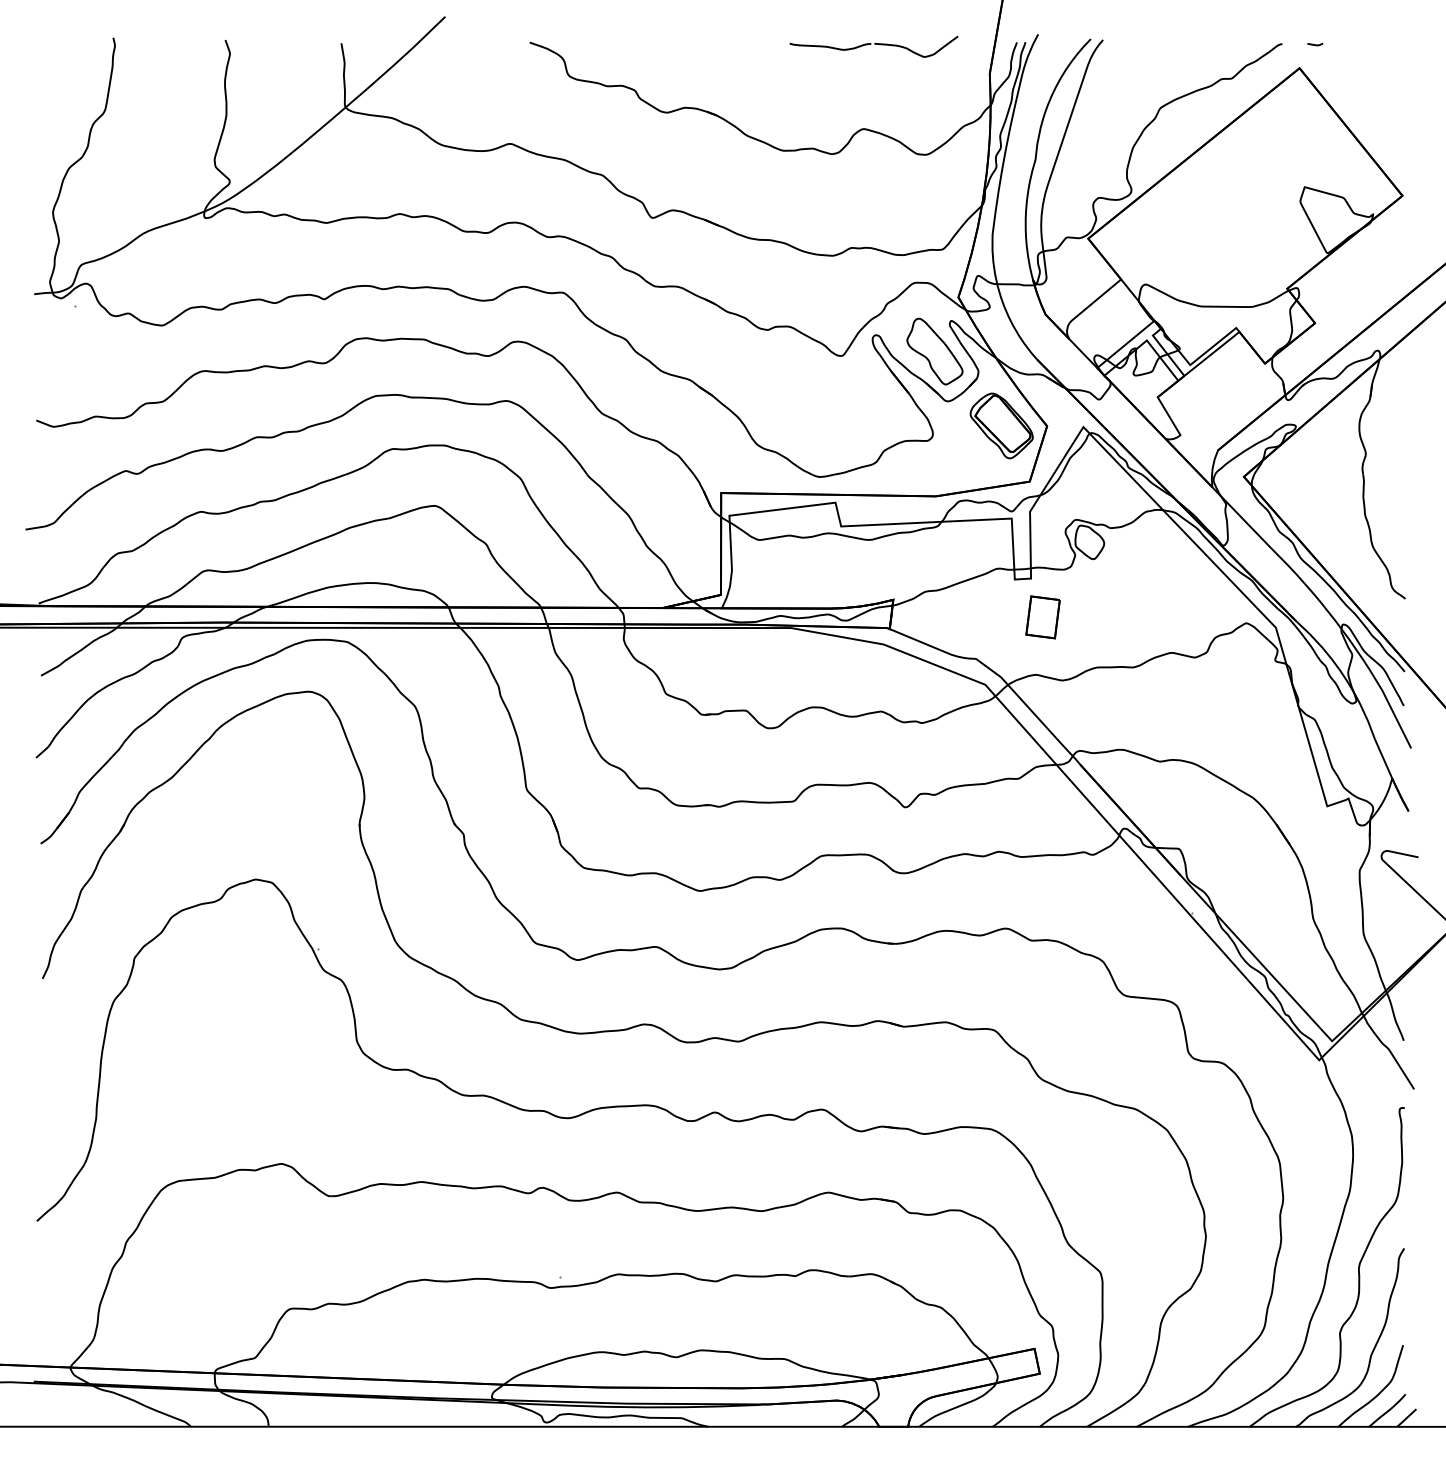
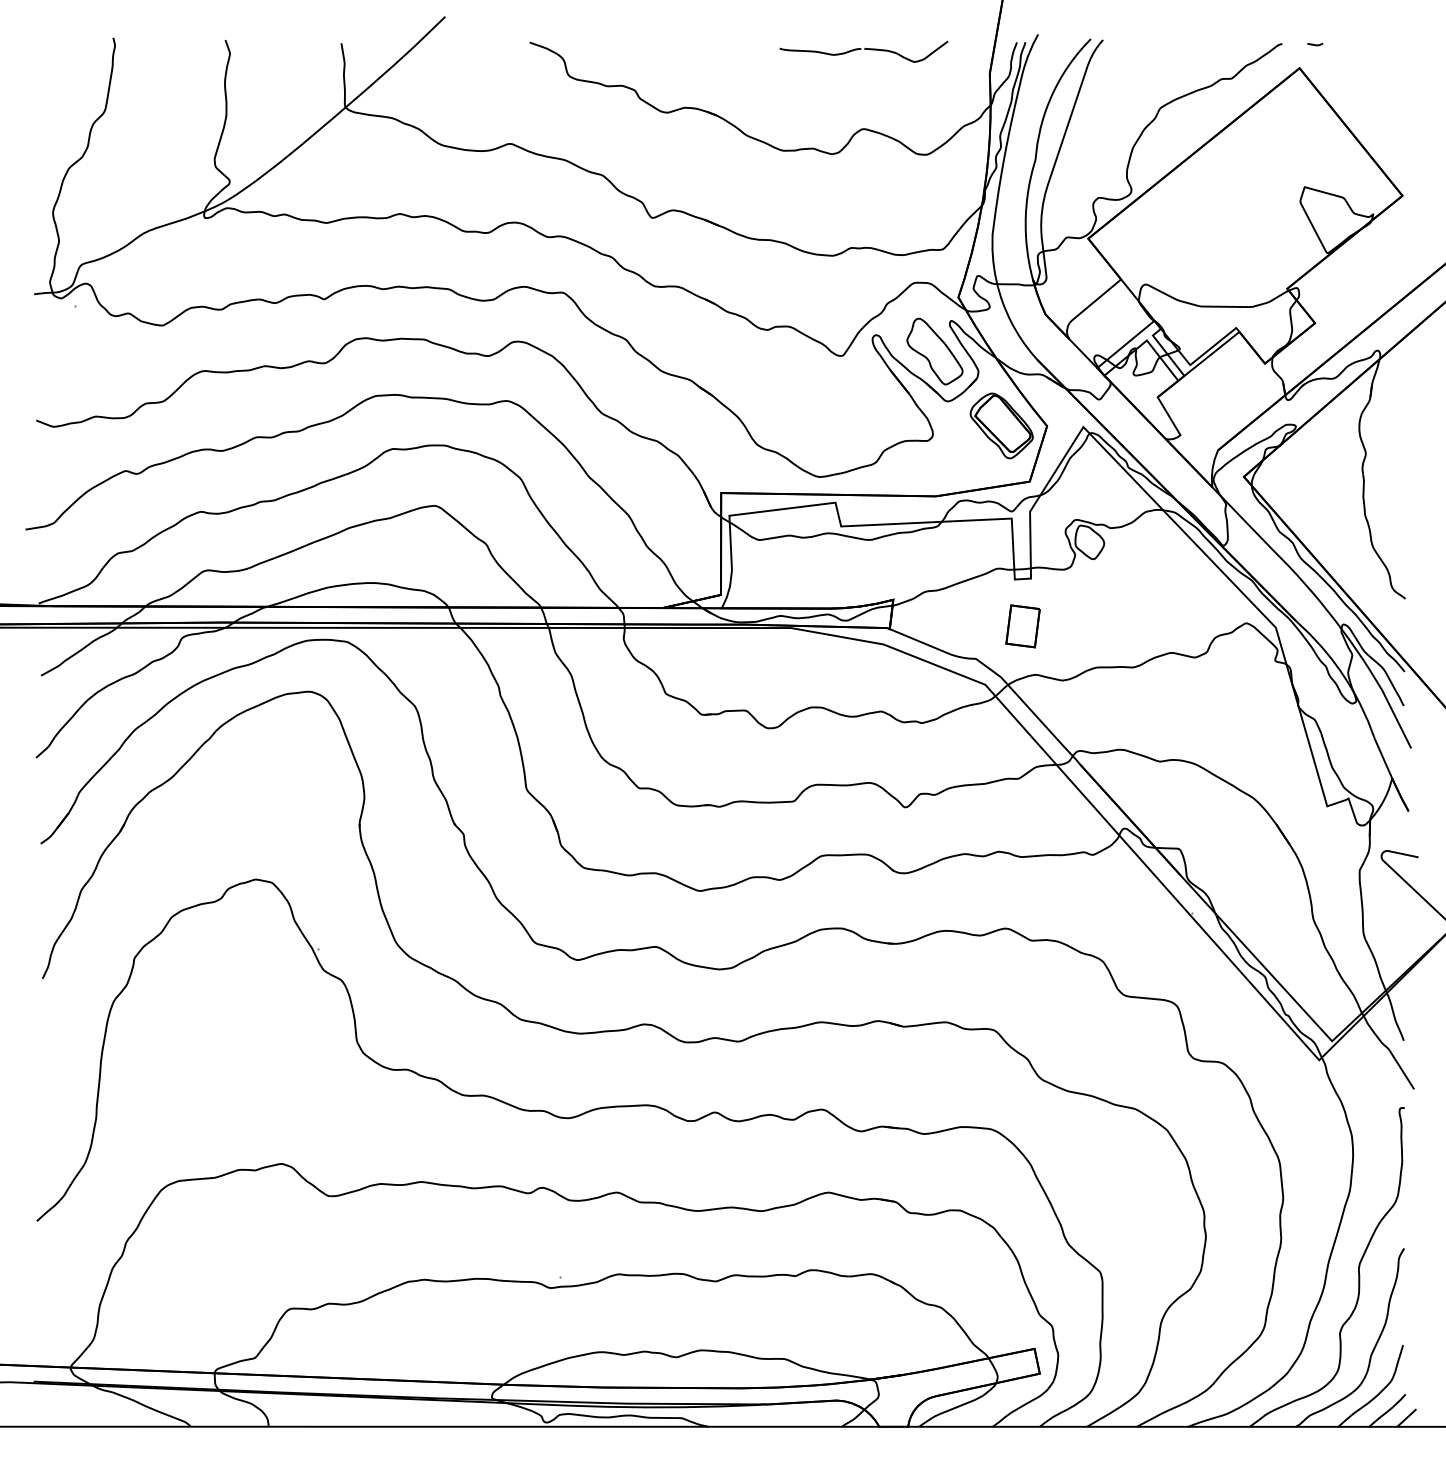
part at (873, 46) position: (873, 46) -> (863, 51)
part at (1042, 617) position: (1042, 617) -> (1022, 626)
